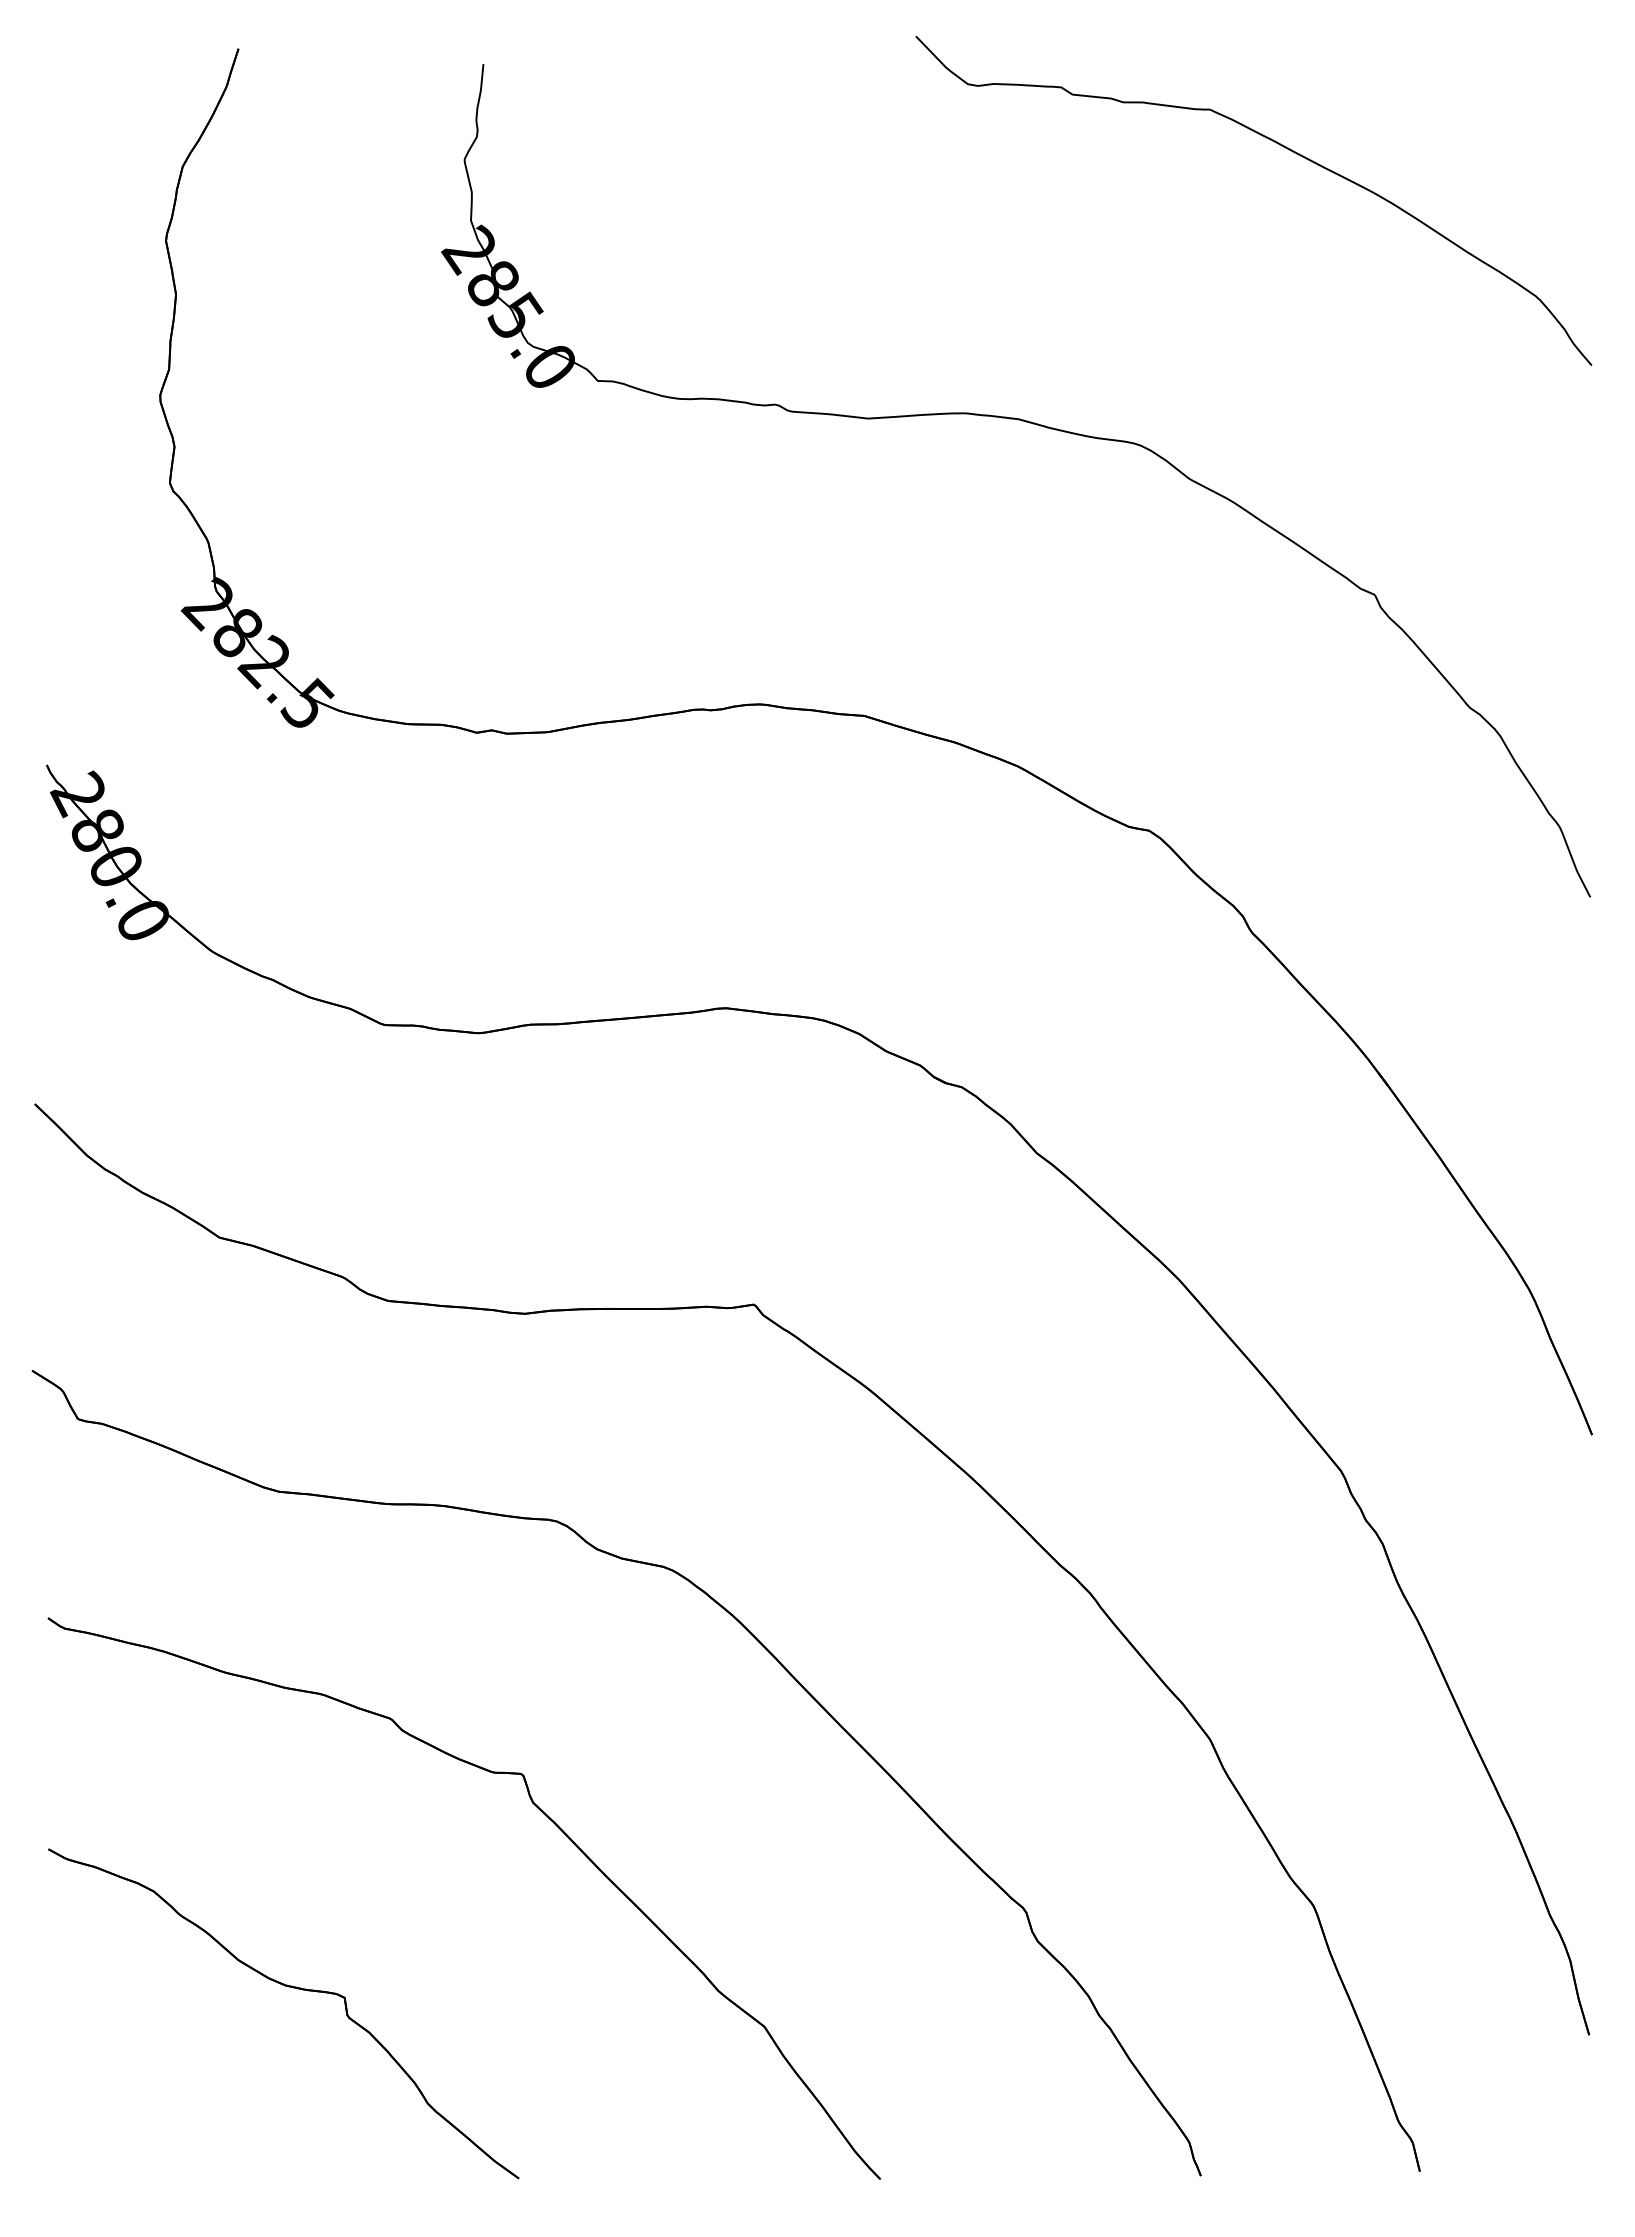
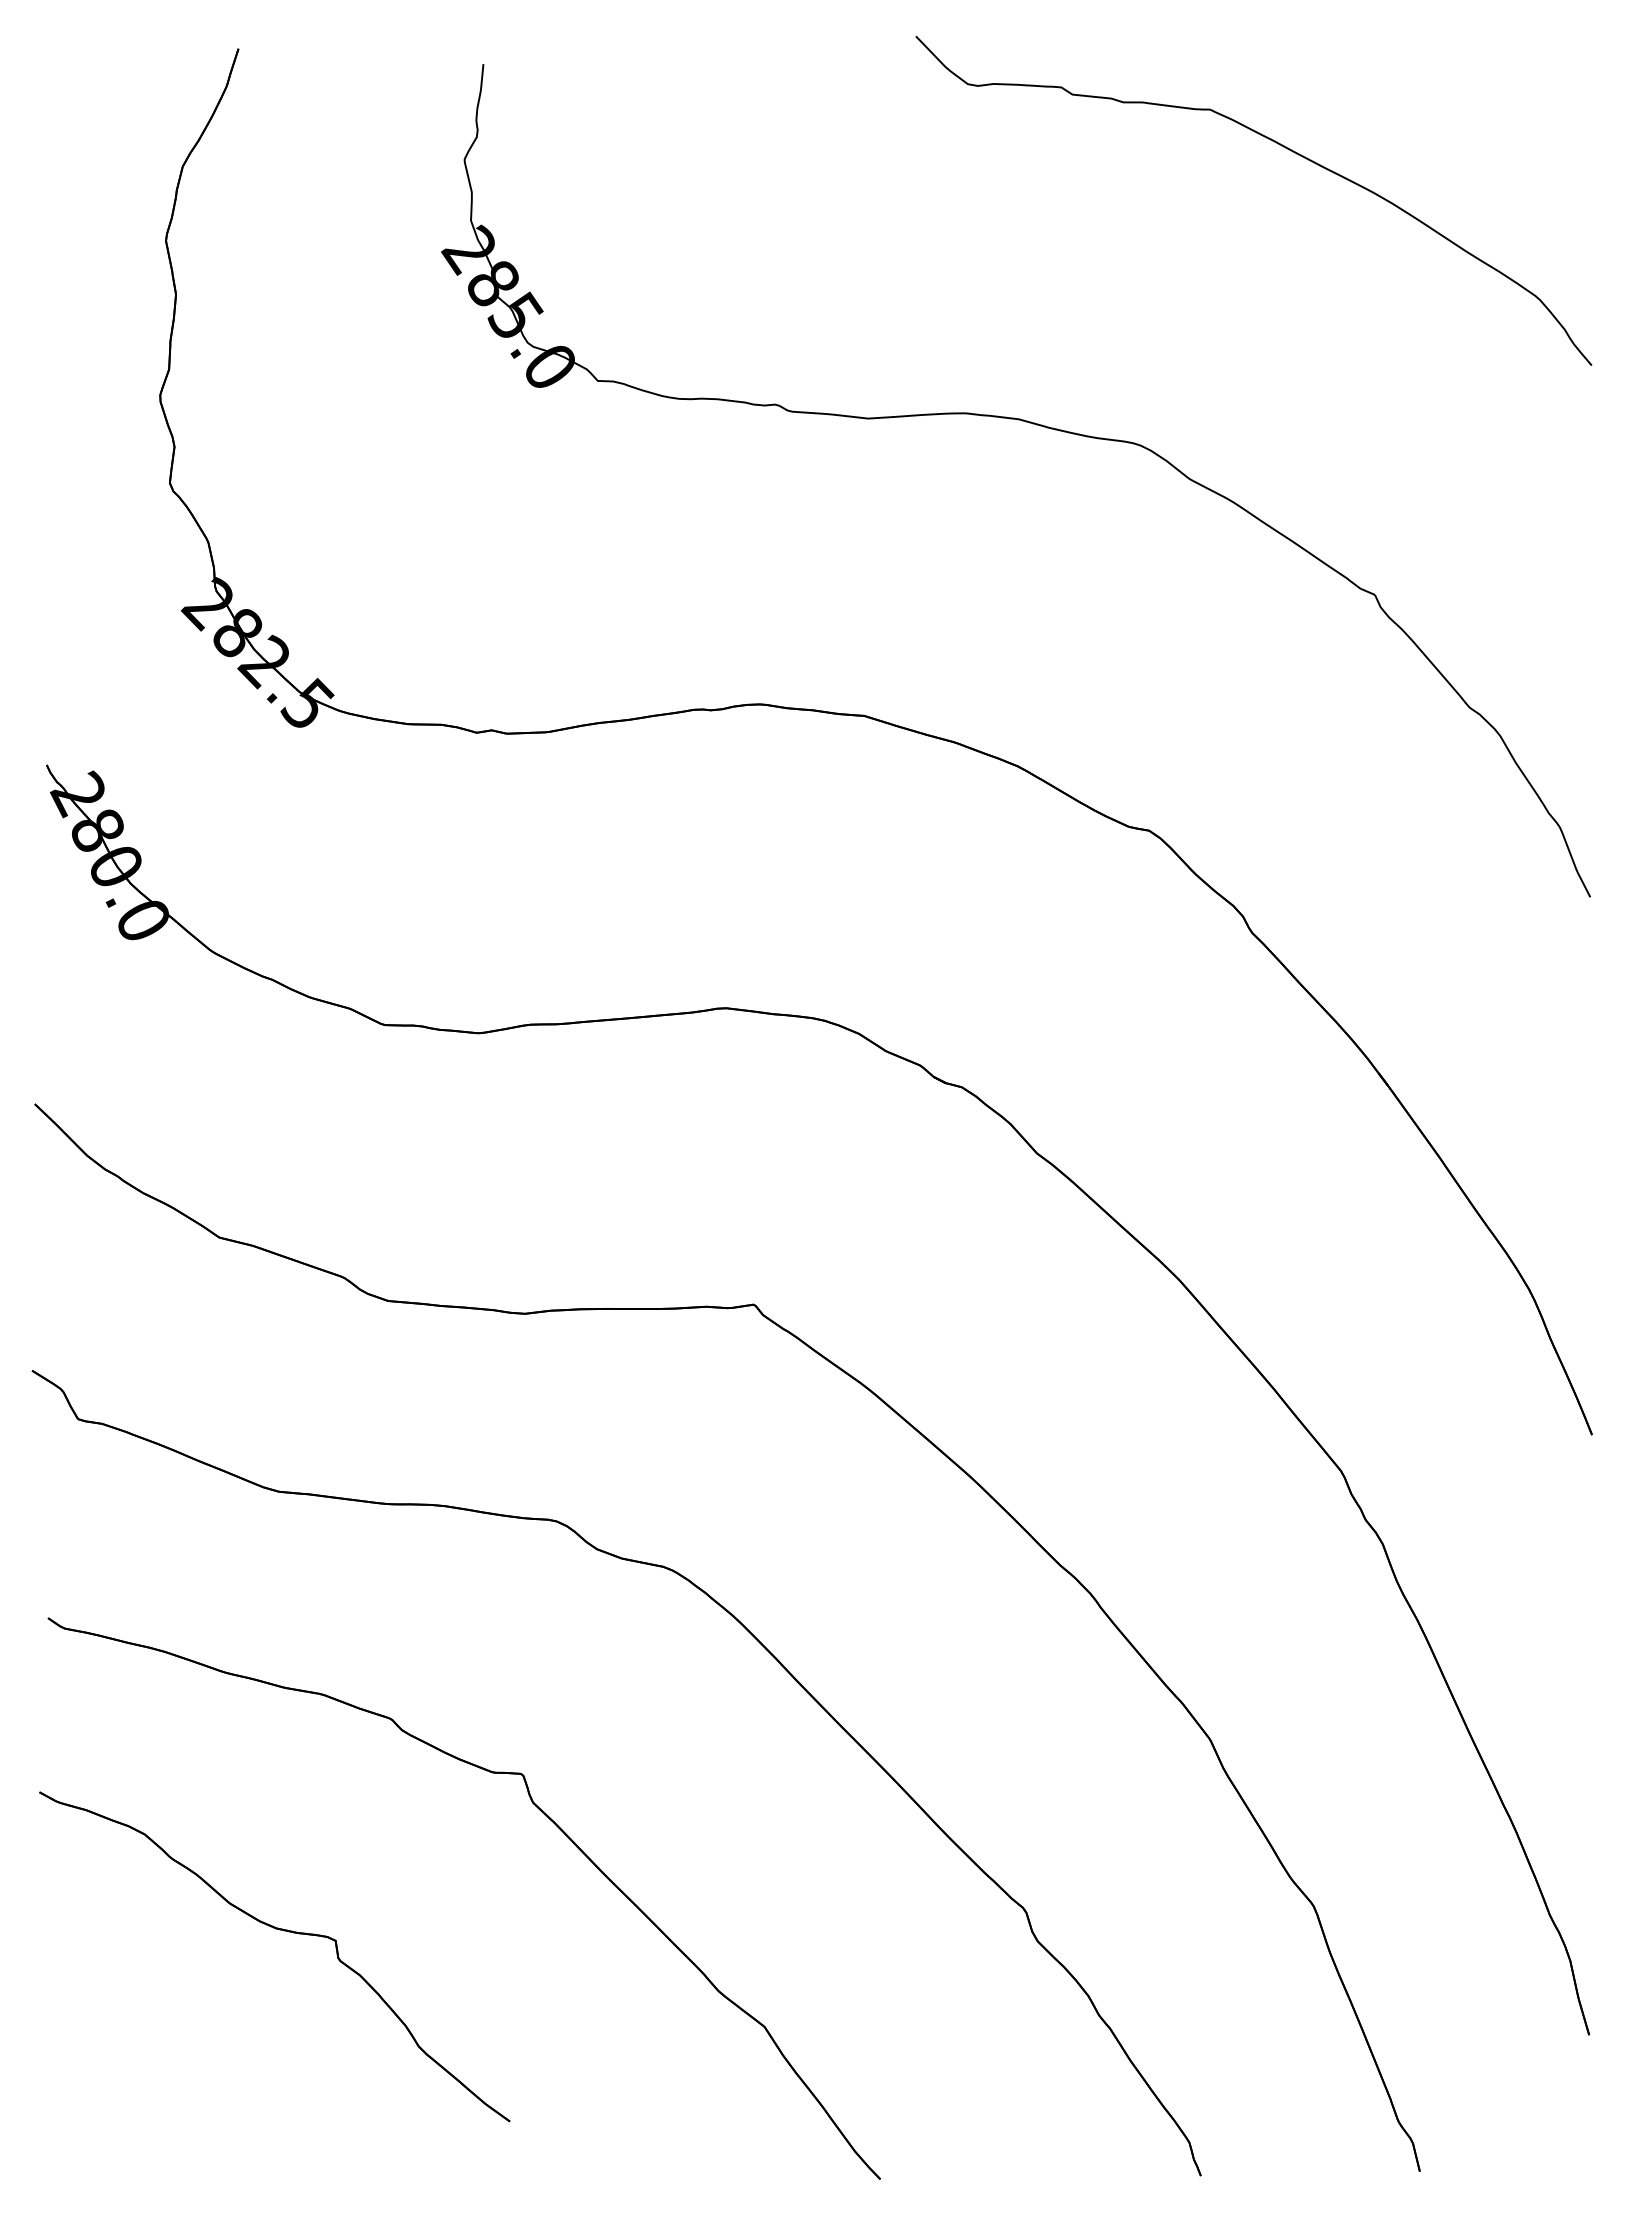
part at (288, 1987) position: (288, 1987) -> (279, 1930)
